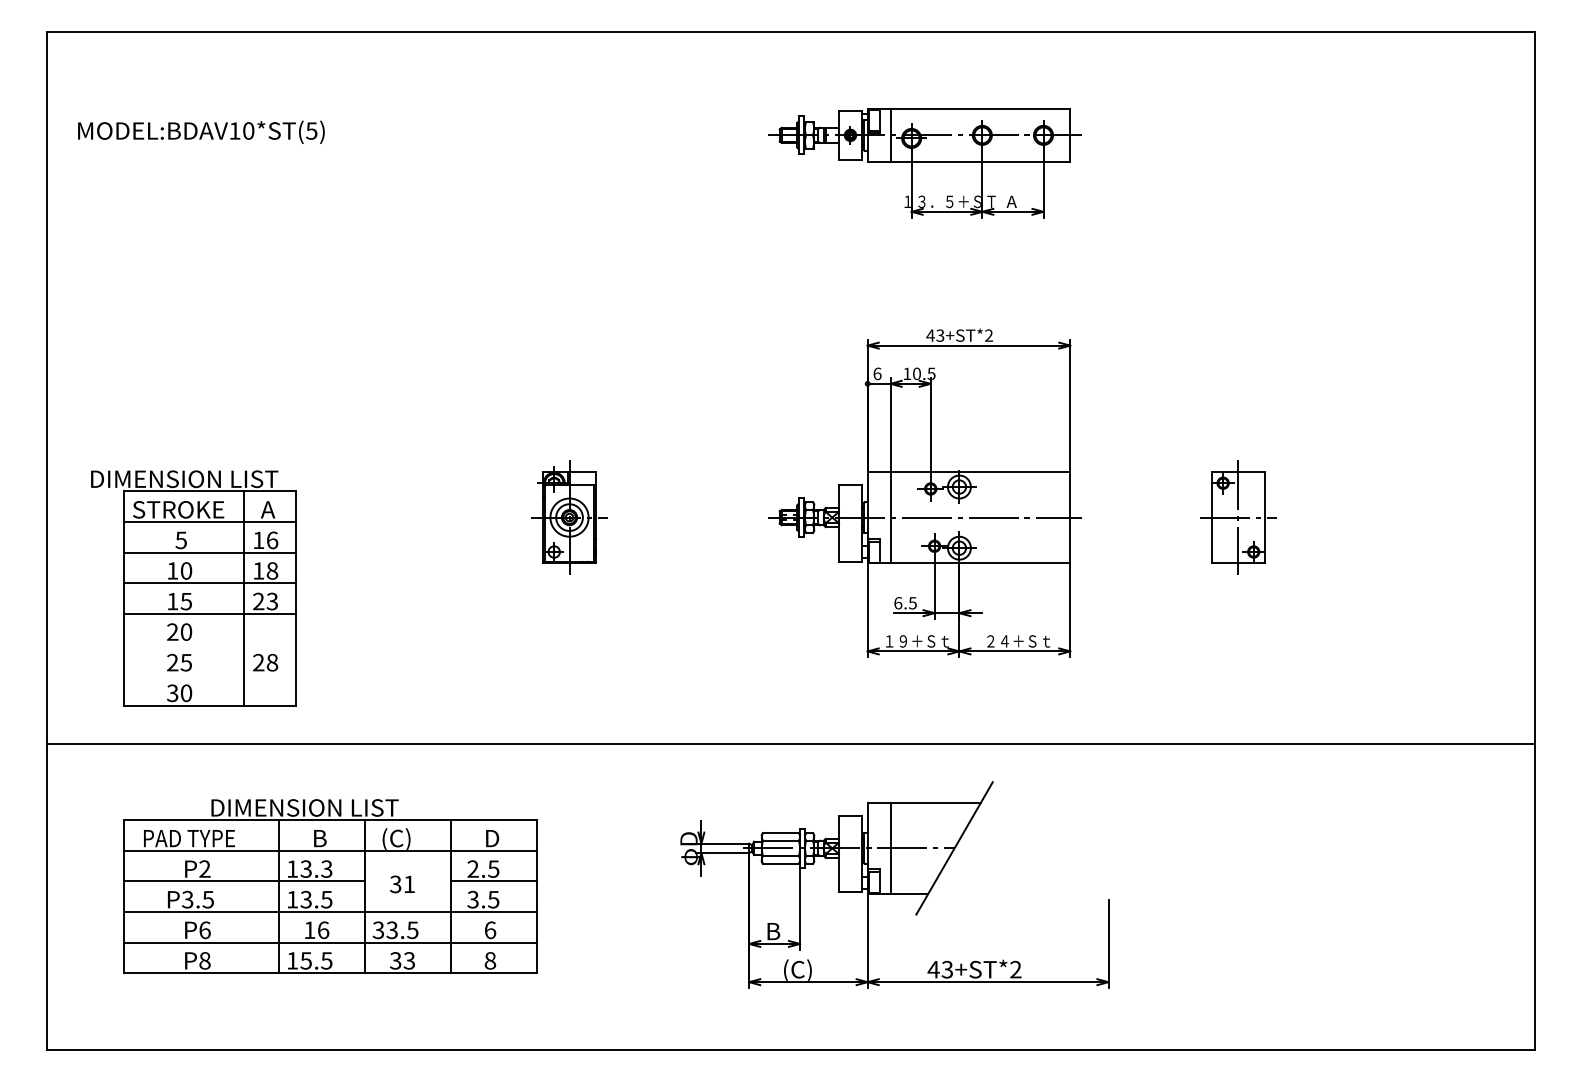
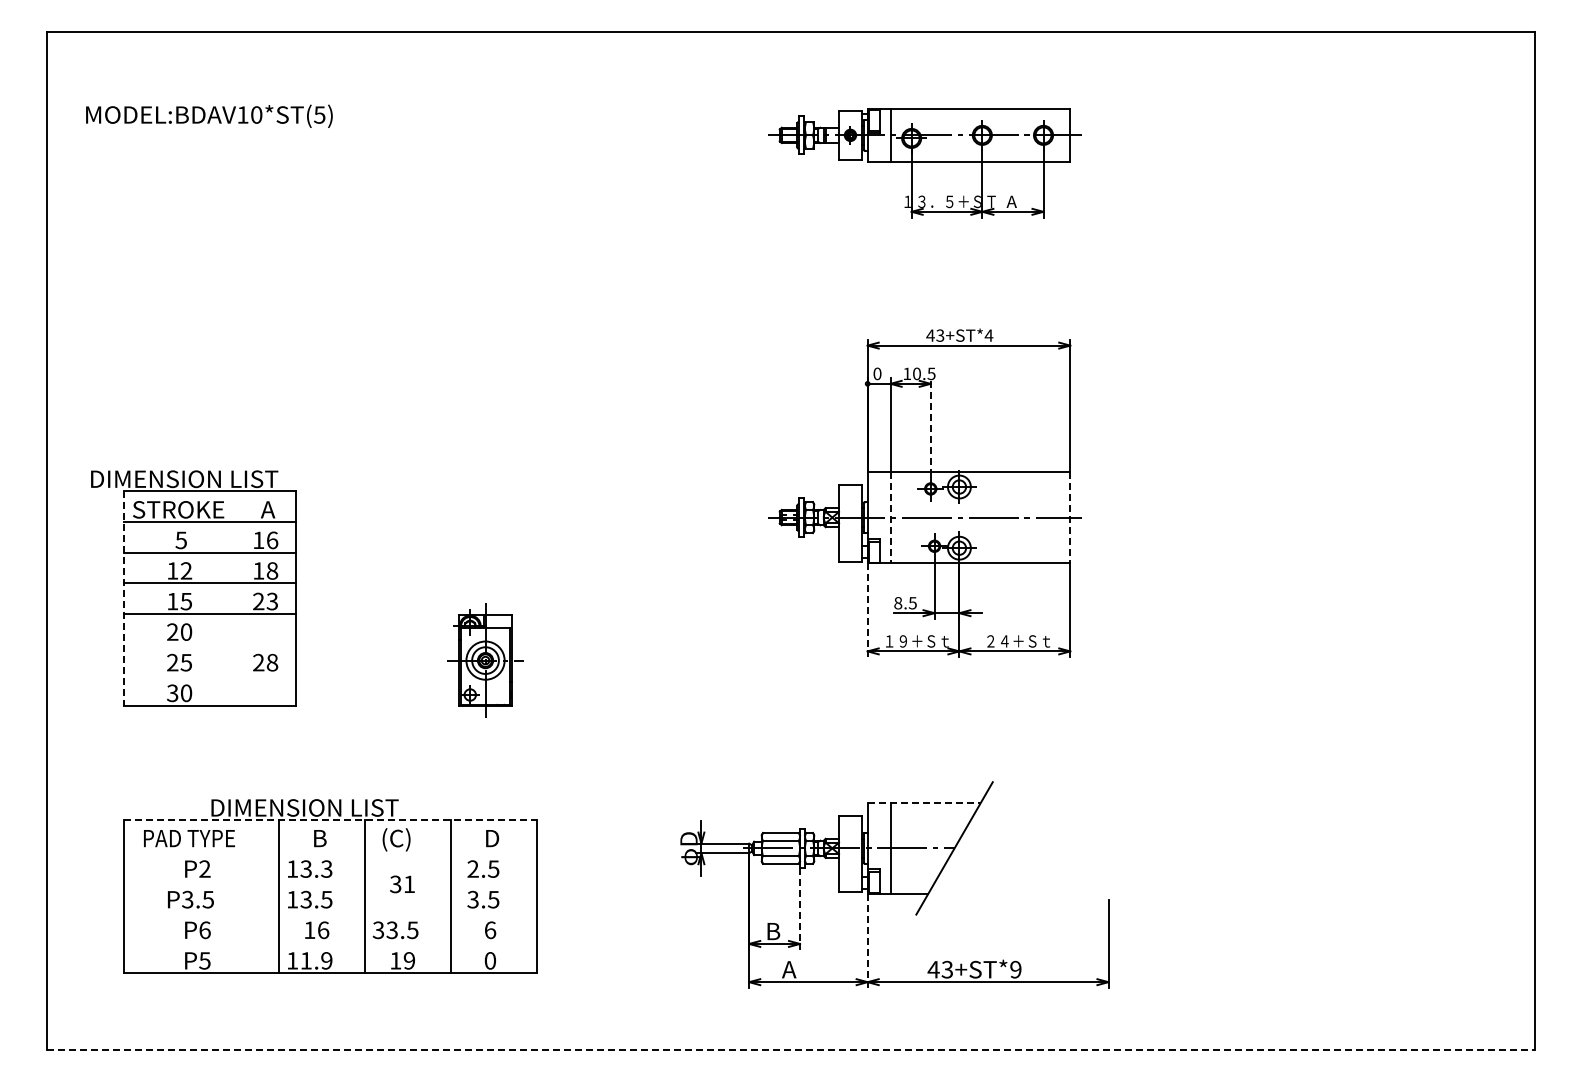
text at (201, 131) position: (201, 131) -> (209, 115)
text at (988, 335): 43+ST*2 -> 43+ST*4
text at (877, 373): 6 -> 0
line at (930, 426): solid -> dashed
part at (569, 517) position: (569, 517) -> (485, 660)
line at (890, 517): solid -> dashed
line at (1070, 517): solid -> dashed
part at (1238, 517): present -> none
text at (186, 570): 10 -> 12
line at (244, 598): present -> none
line at (123, 599): solid -> dashed
text at (898, 603): 6.5 -> 8.5
line at (867, 610): solid -> dashed
line at (790, 743): present -> none
line at (924, 802): solid -> dashed
line at (330, 820): solid -> dashed
line at (329, 850): present -> none
line at (243, 881): present -> none
line at (493, 881): present -> none
line at (800, 909): solid -> dashed
line at (329, 911): present -> none
line at (867, 941): solid -> dashed
line at (329, 942): present -> none
text at (204, 960): P8 -> P5
text at (316, 960): 15.5 -> 11.9
text at (402, 960): 33 -> 19
text at (490, 960): 8 -> 0
text at (796, 969): (C) -> A
text at (1015, 969): 43+ST*2 -> 43+ST*9
line at (791, 1049): solid -> dashed
